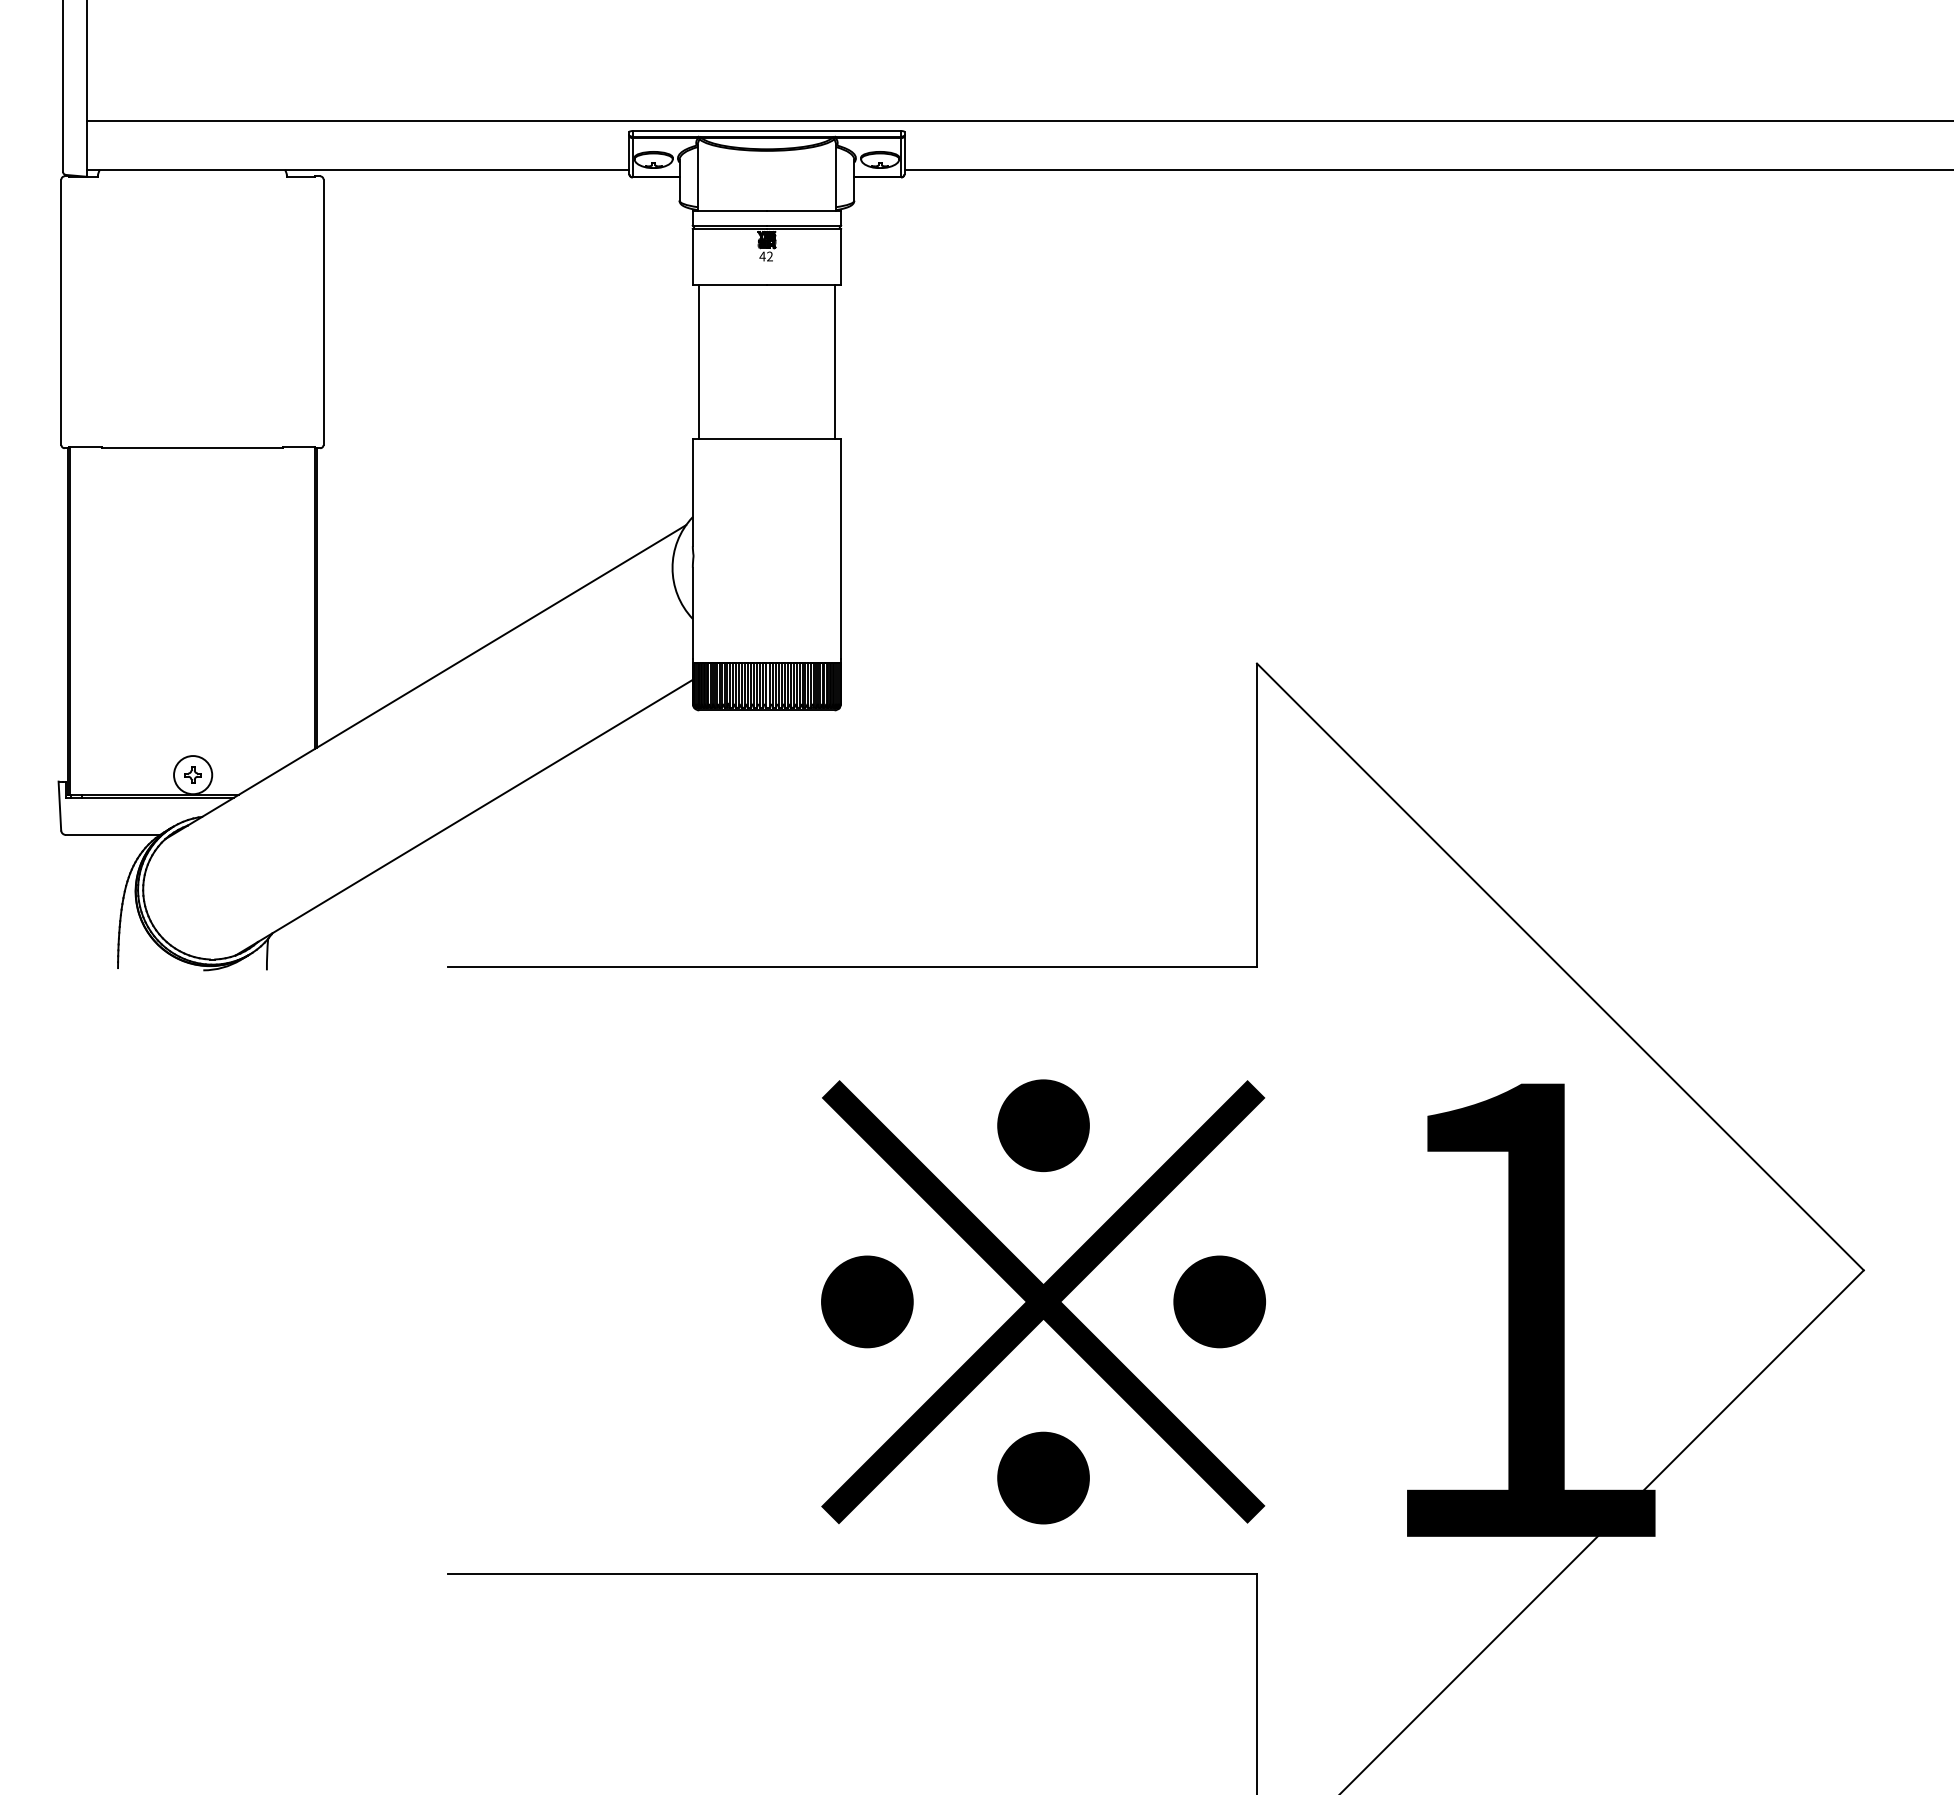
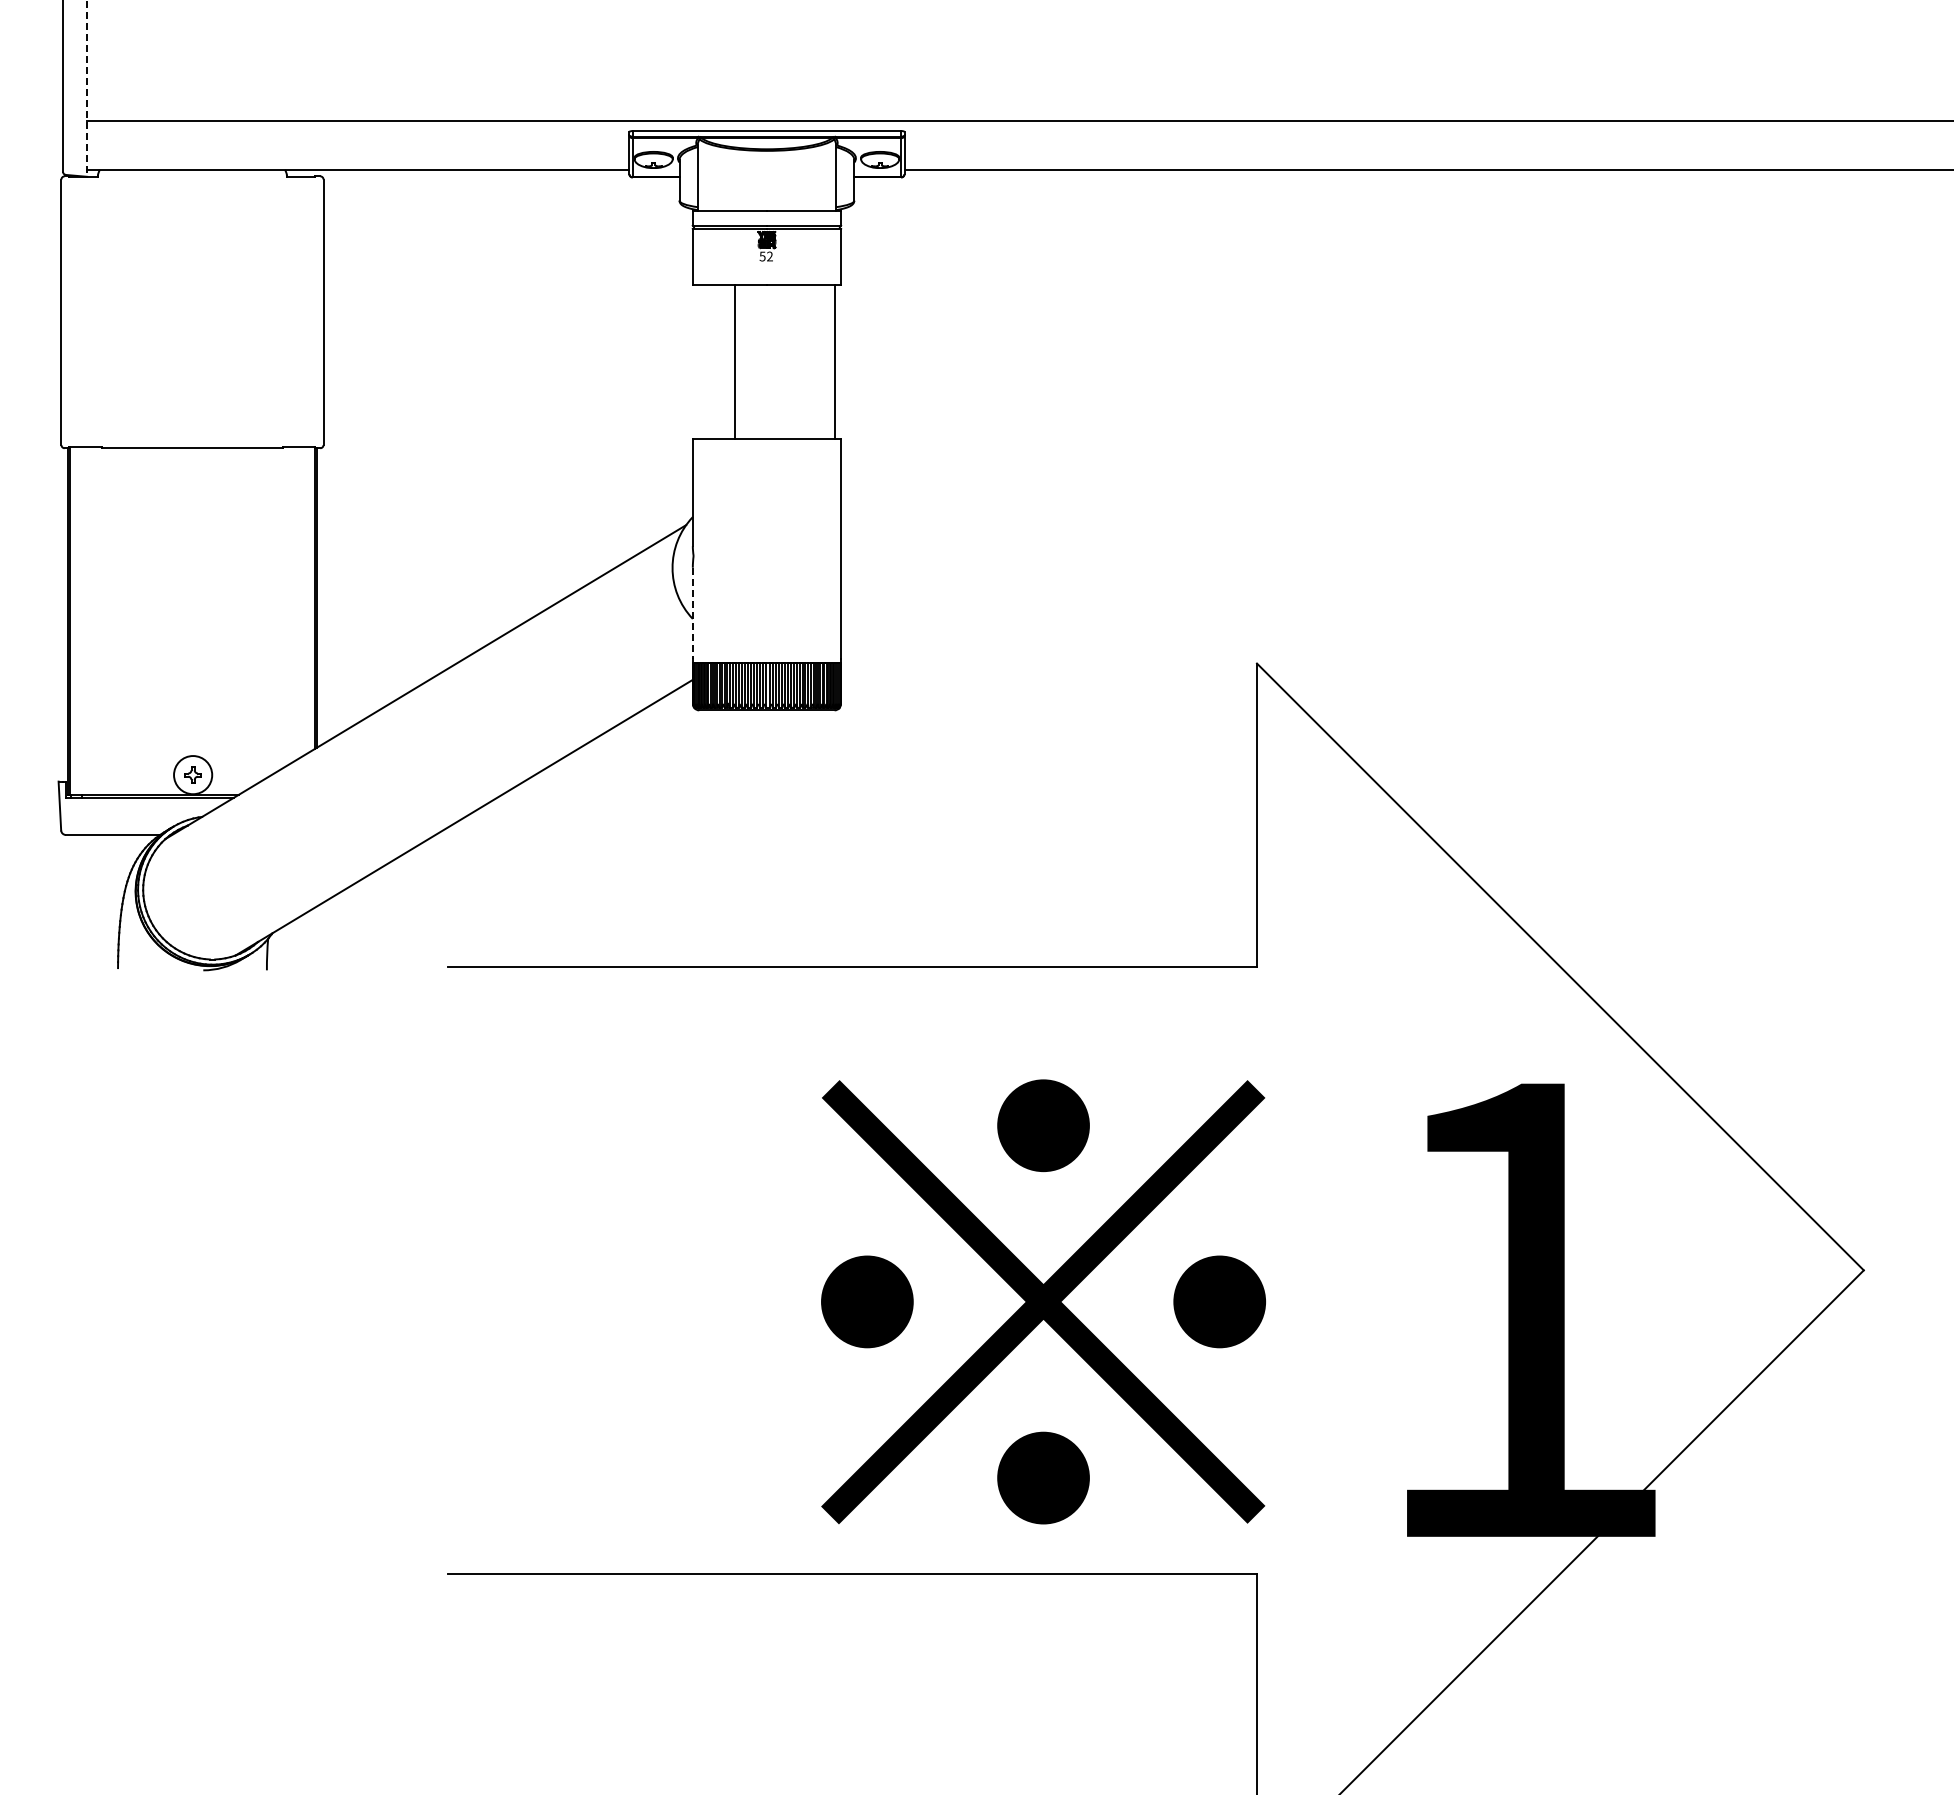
line at (87, 89): solid -> dashed
text at (762, 256): 42 -> 52
line at (698, 361) position: (698, 361) -> (734, 361)
line at (692, 613): solid -> dashed
